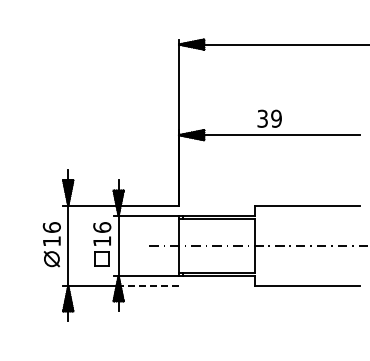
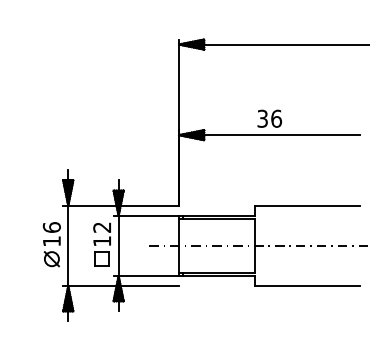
text at (276, 118): 39 -> 36
text at (102, 227): 16 -> 12
line at (149, 286): dashed -> solid
